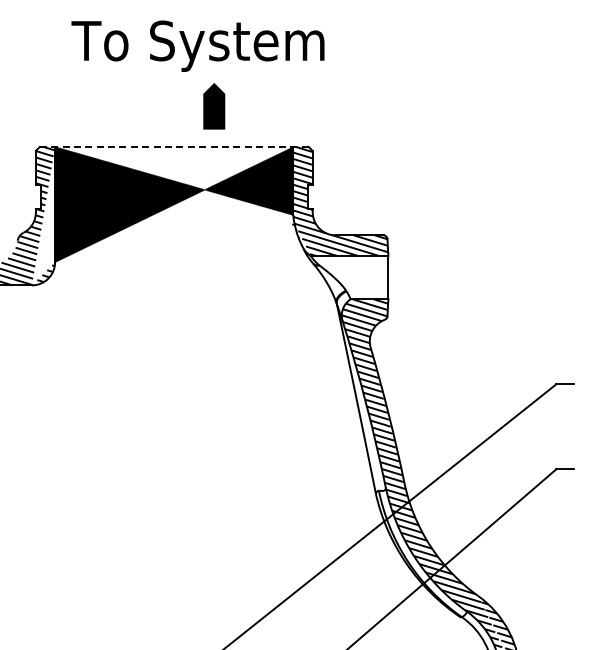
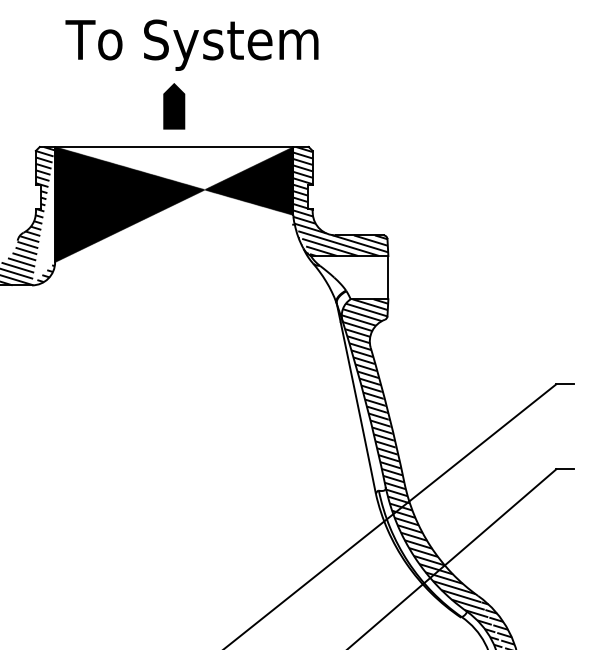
text at (197, 45) position: (197, 45) -> (191, 44)
line at (214, 106) position: (214, 106) -> (174, 106)
line at (173, 147): dashed -> solid
